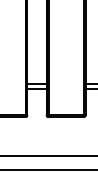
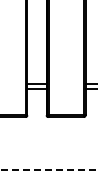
line at (48, 155): present -> none
line at (49, 169): solid -> dashed
